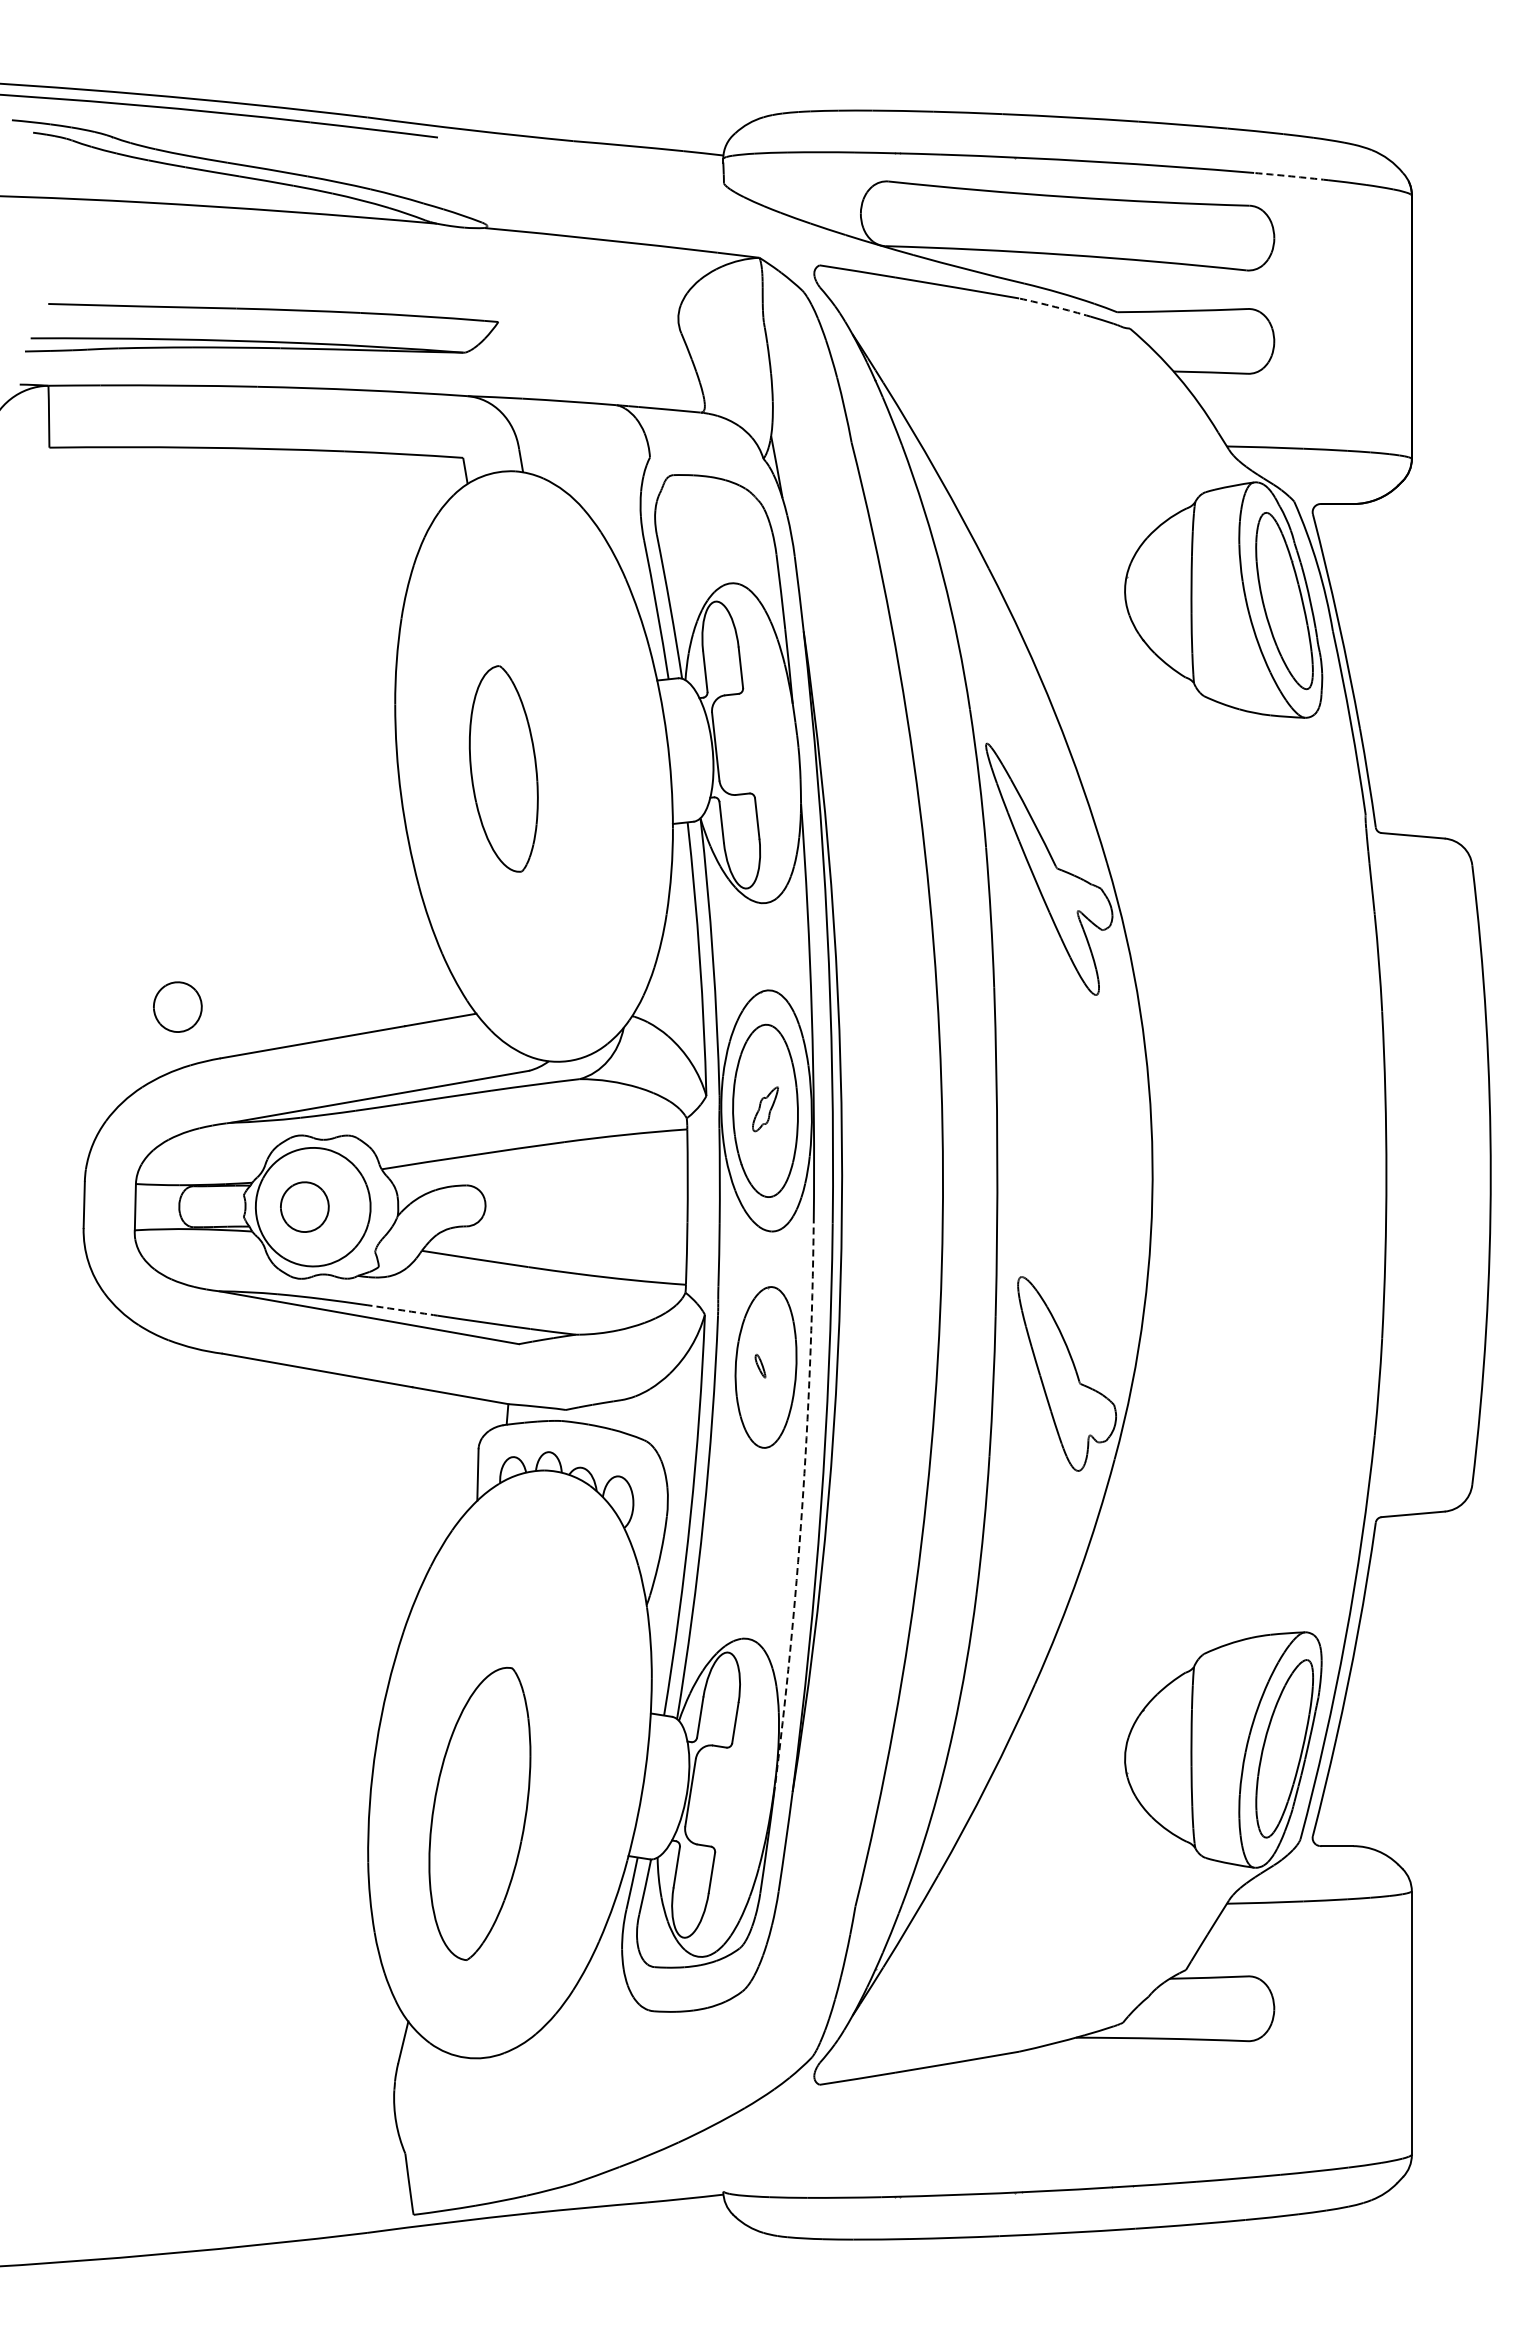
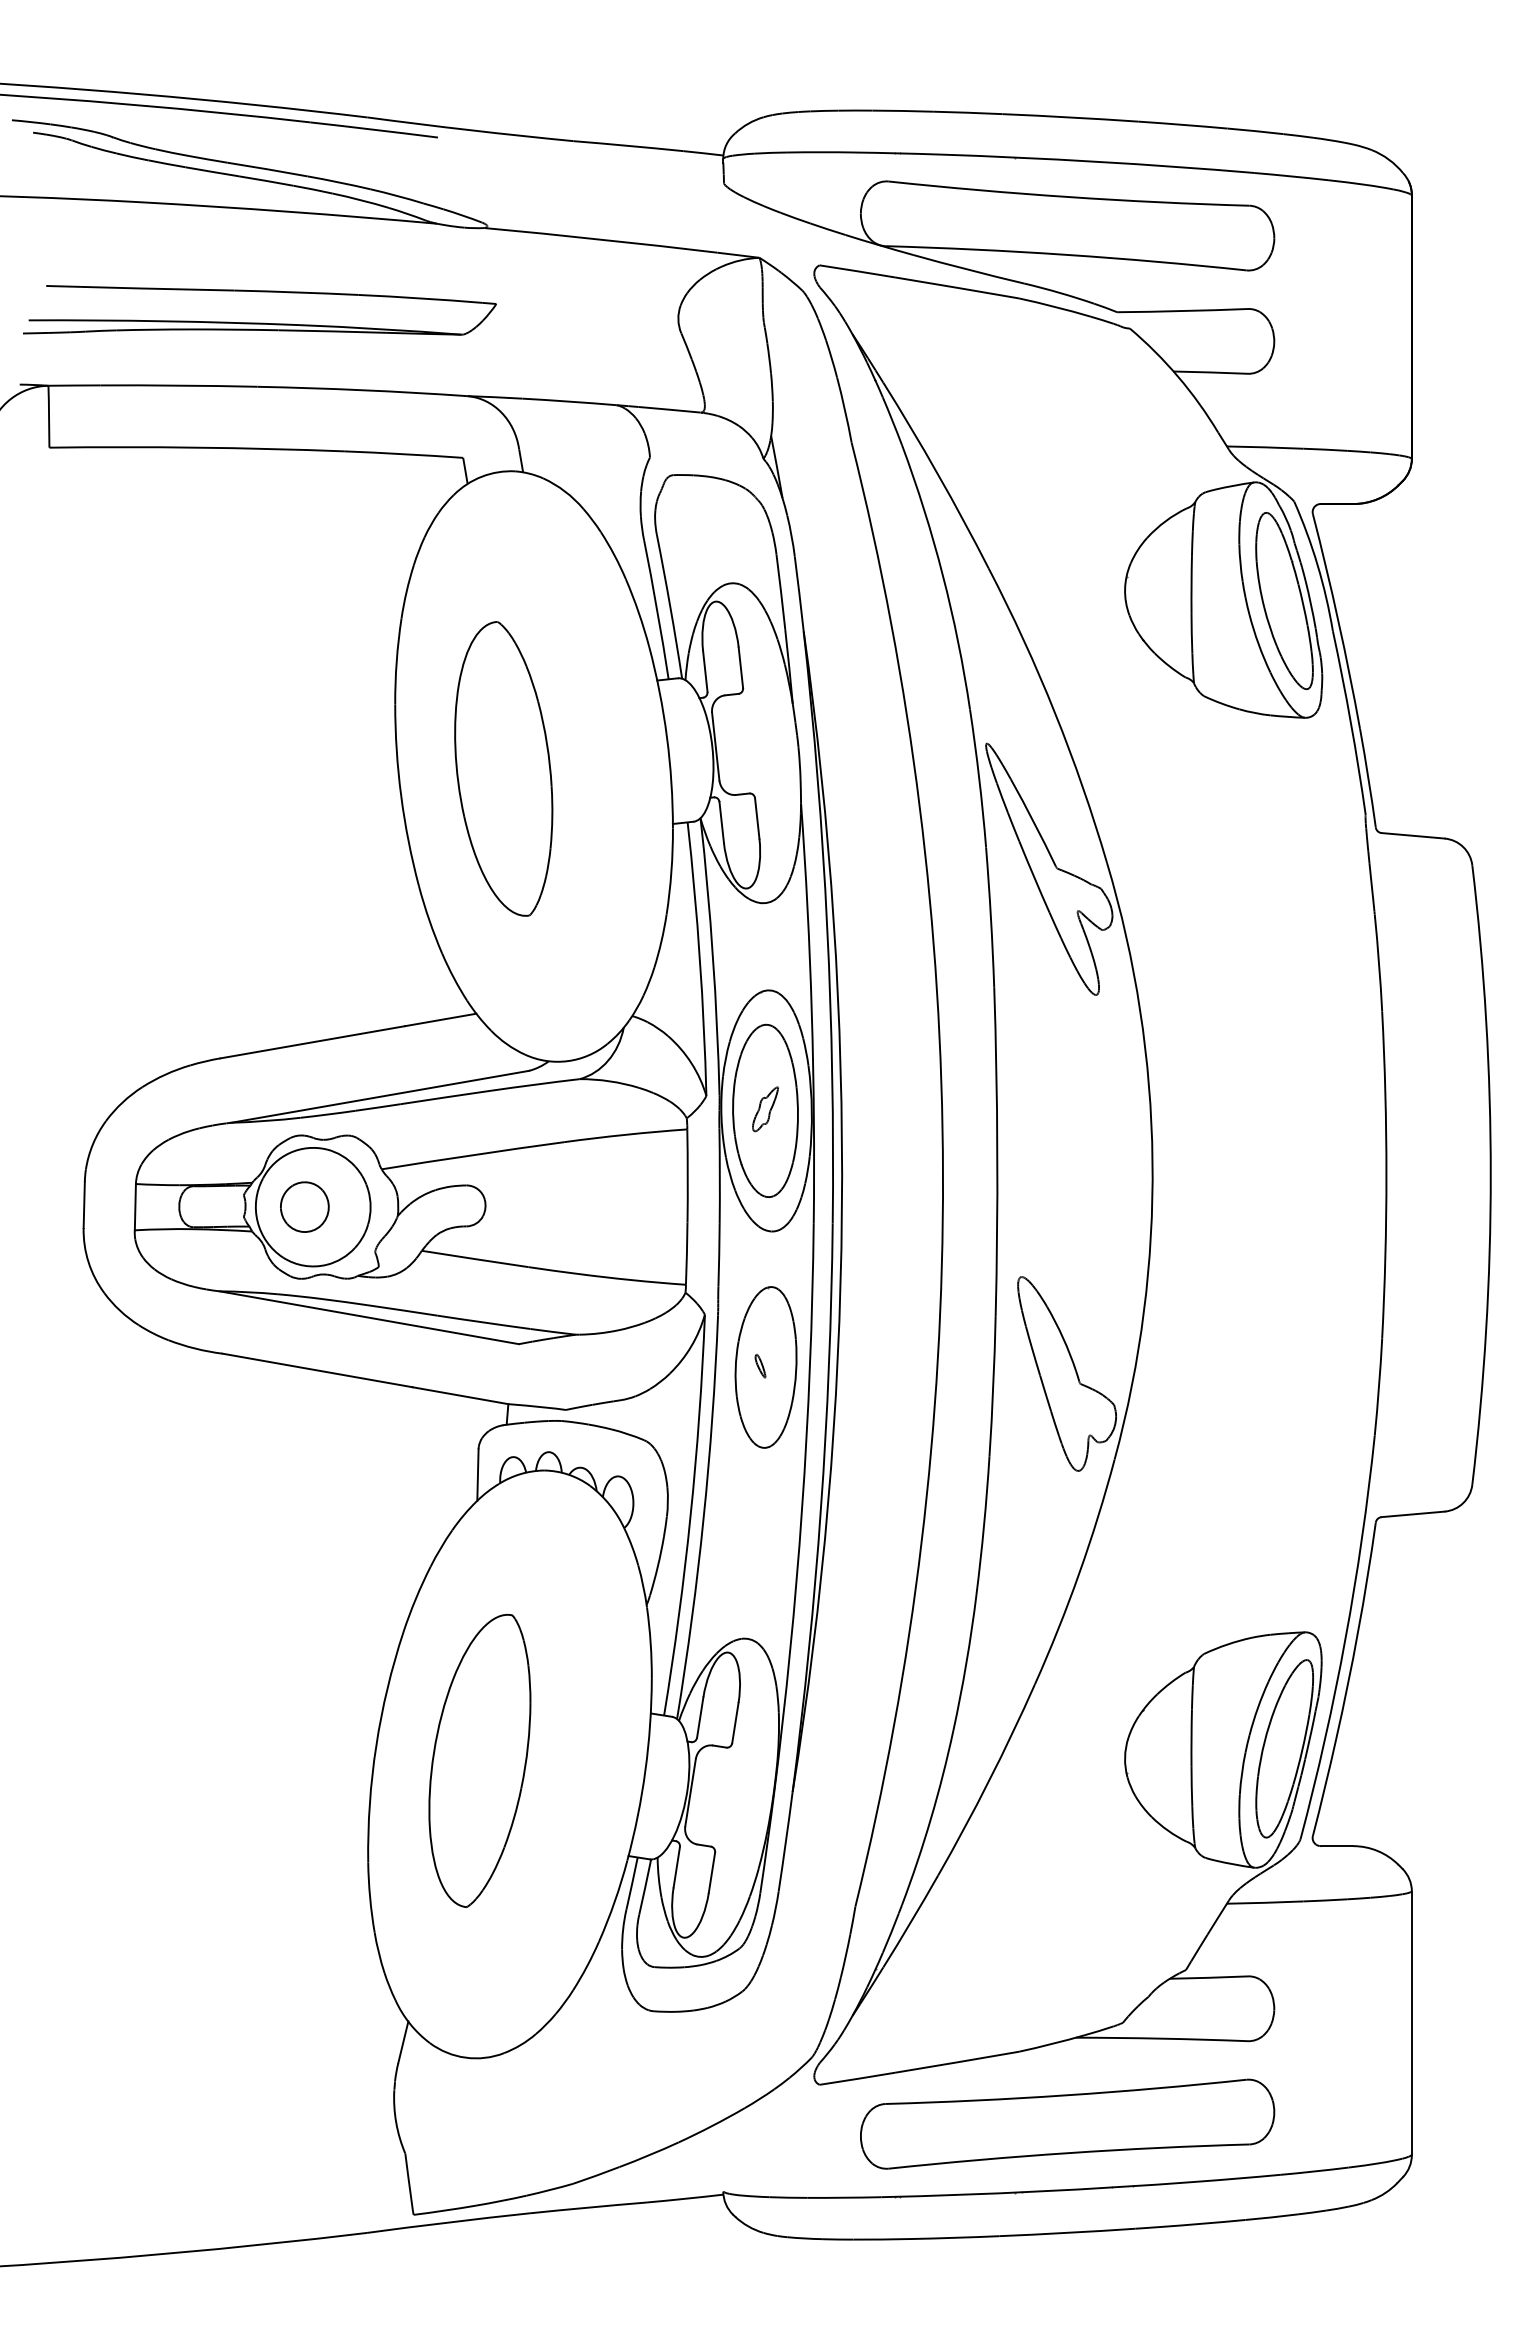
arc at (1291, 176): dashed -> solid
arc at (1055, 306): dashed -> solid
part at (261, 340) position: (261, 340) -> (259, 322)
part at (503, 768) size: 71x208 px -> 100x296 px
part at (177, 1006): present -> none
arc at (402, 1310): dashed -> solid
arc at (802, 1509): dashed -> solid
part at (479, 1813) position: (479, 1813) -> (479, 1760)
part at (1067, 2123): none -> present
